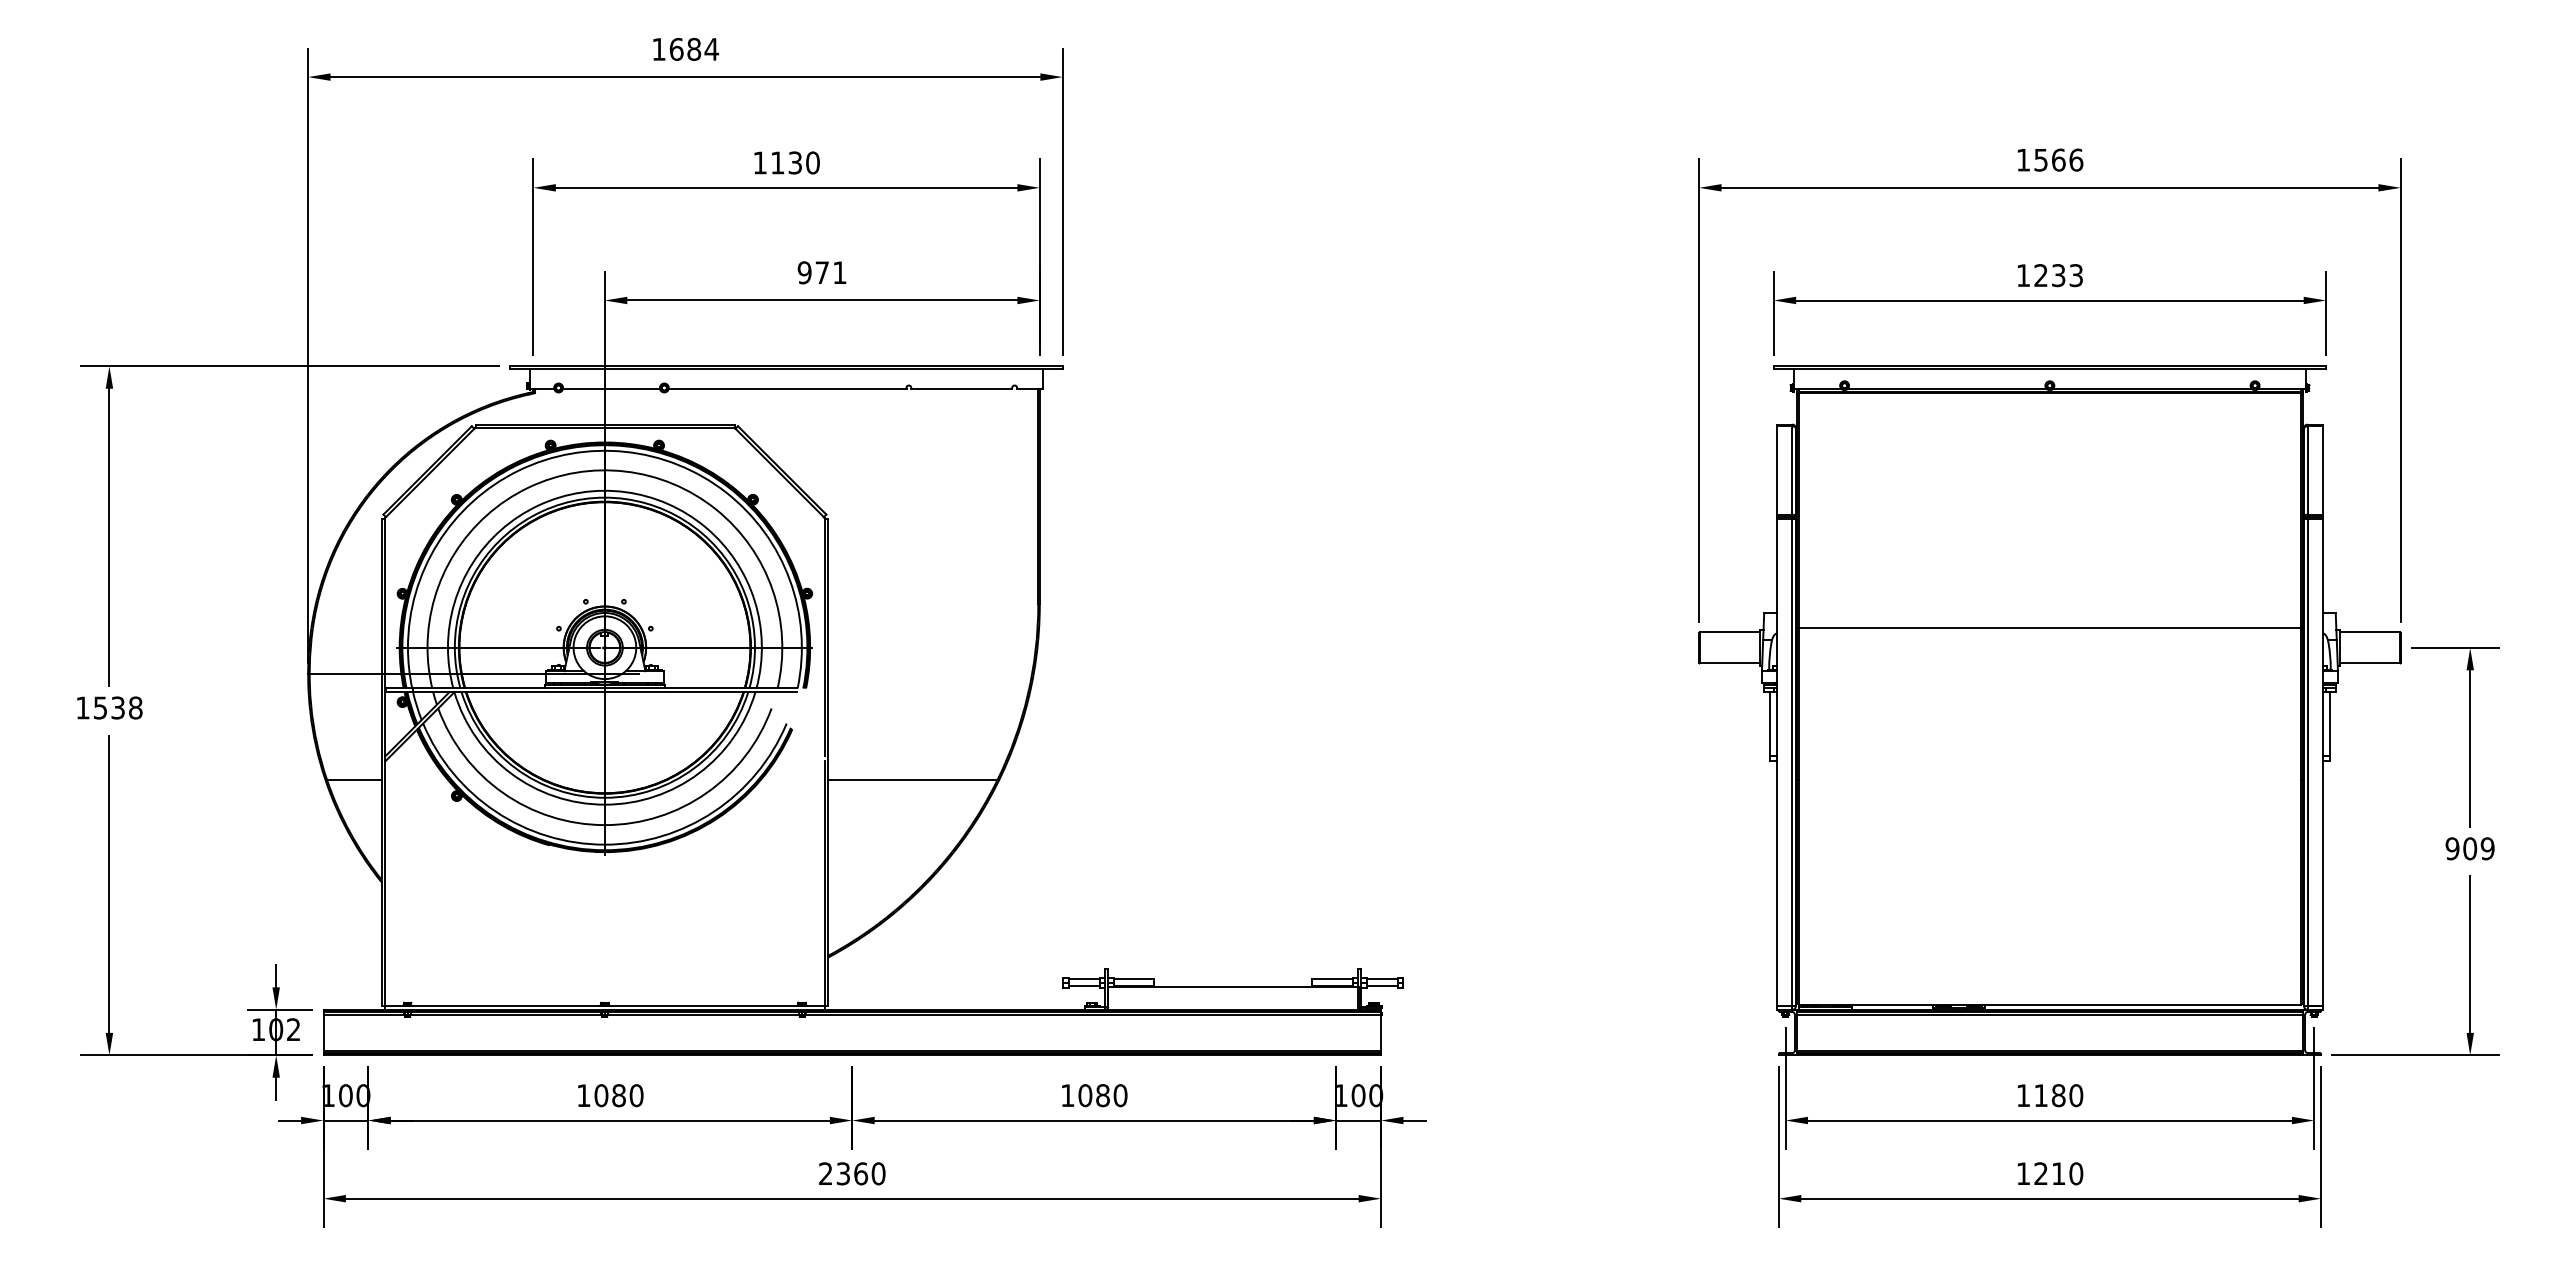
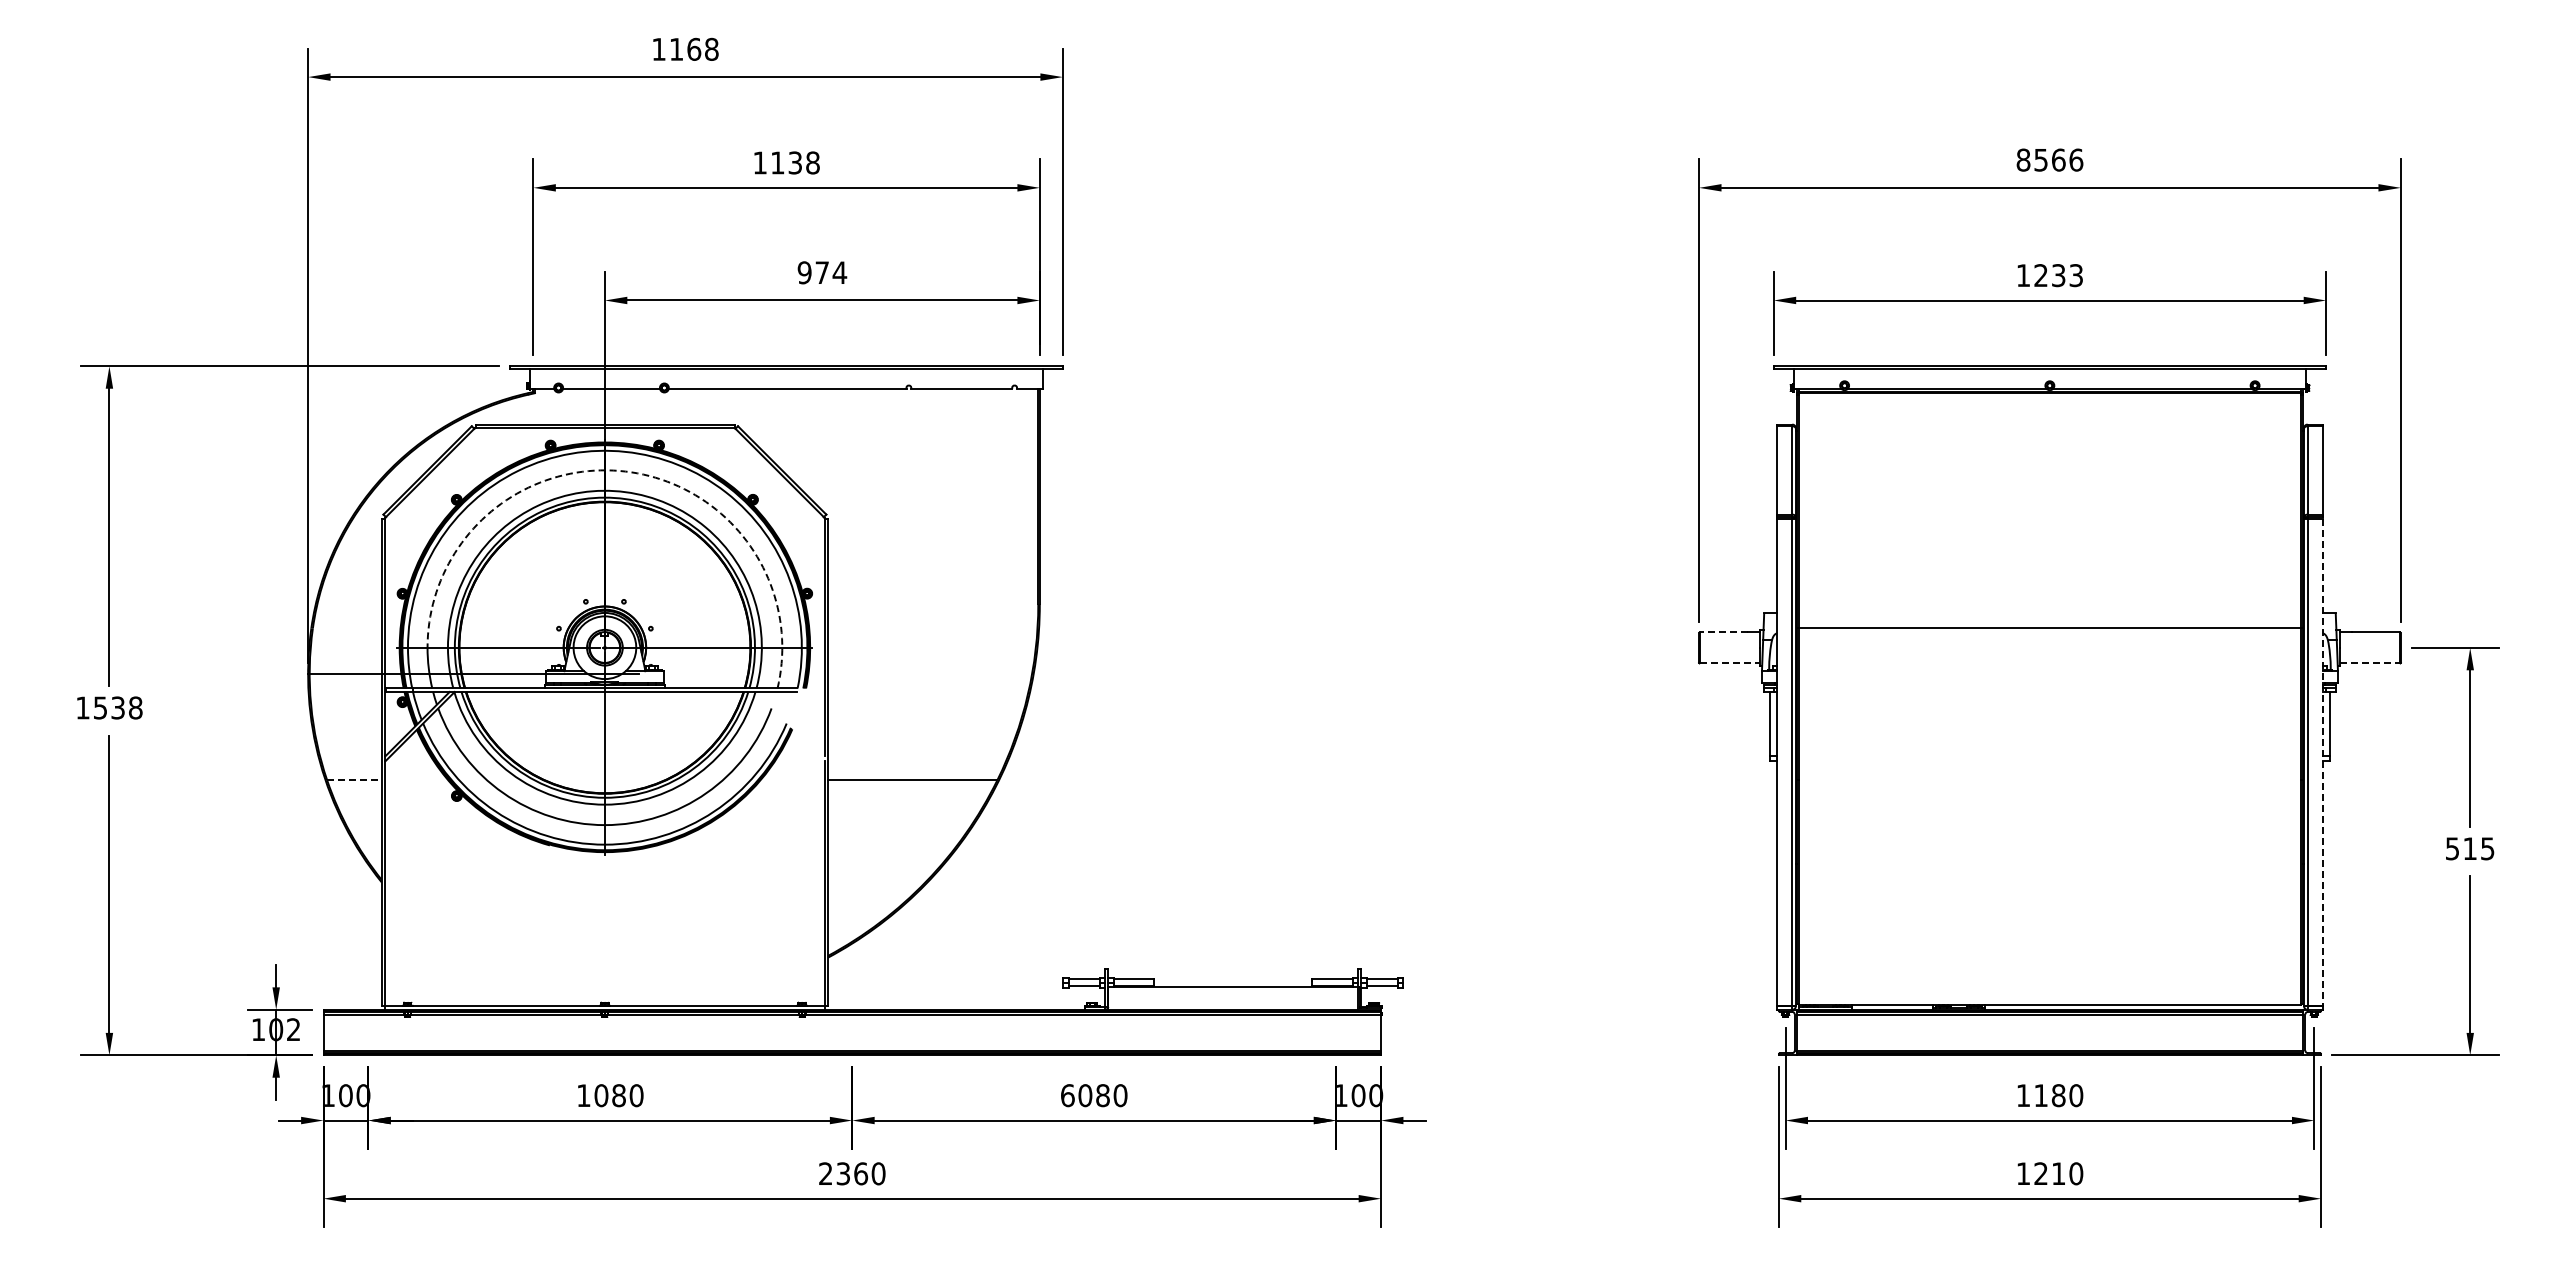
text at (694, 48): 1684 -> 1168
text at (2023, 159): 1566 -> 8566
text at (812, 162): 1130 -> 1138
text at (839, 272): 971 -> 974
arc at (625, 471): solid -> dashed
line at (1723, 632): solid -> dashed
line at (1730, 663): solid -> dashed
line at (2370, 663): solid -> dashed
line at (2322, 762): solid -> dashed
line at (354, 780): solid -> dashed
text at (2469, 848): 909 -> 515
text at (1067, 1095): 1080 -> 6080
